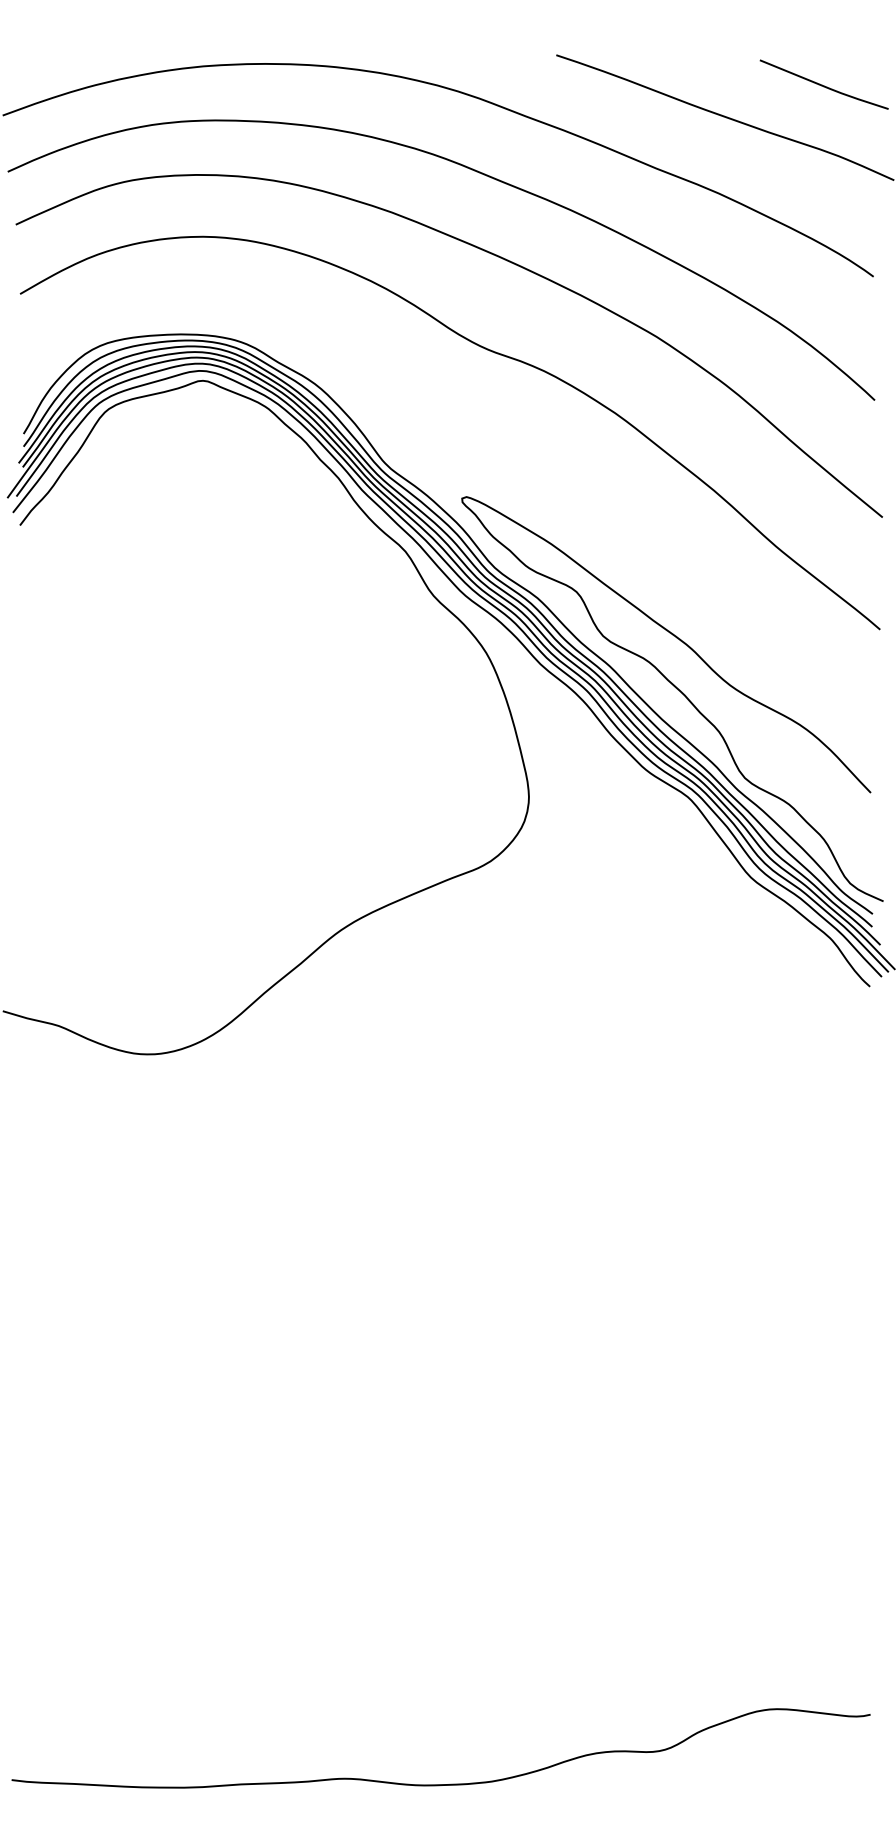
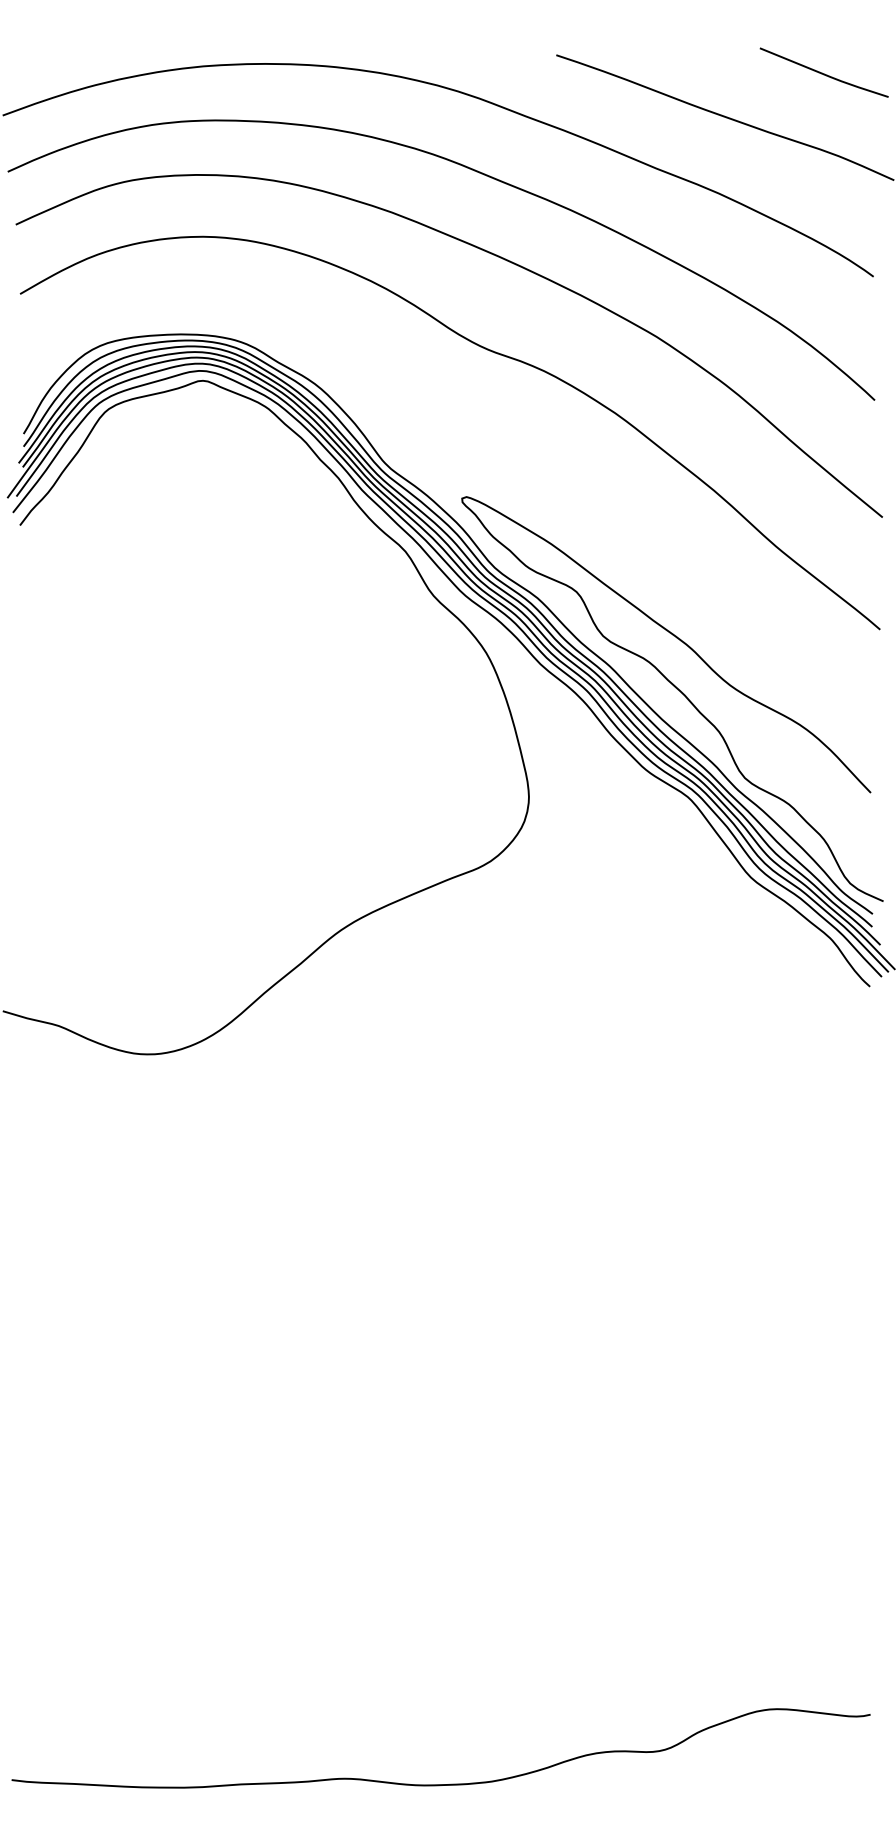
line at (822, 84) position: (822, 84) -> (822, 72)
